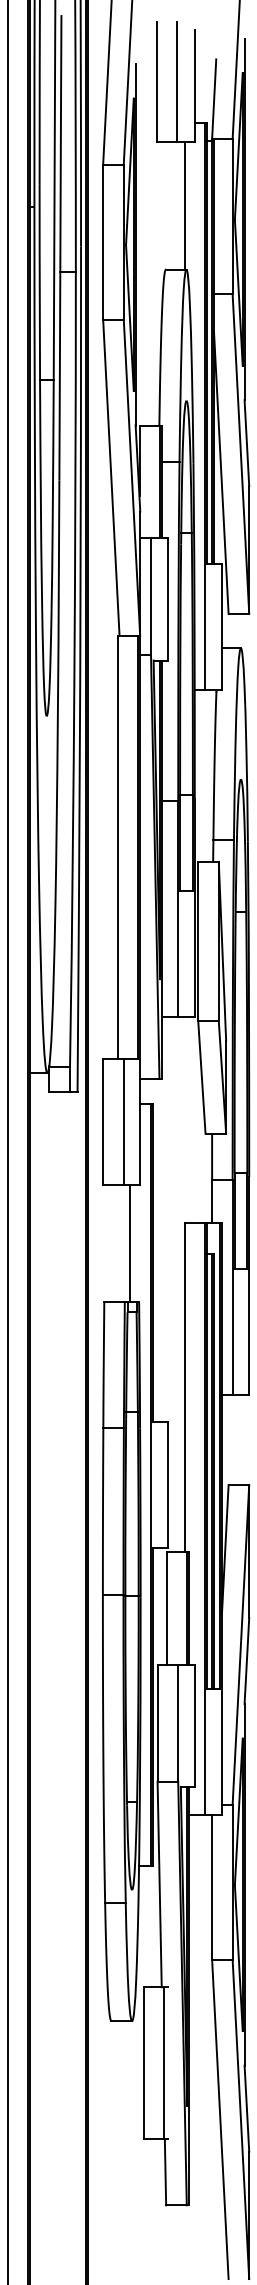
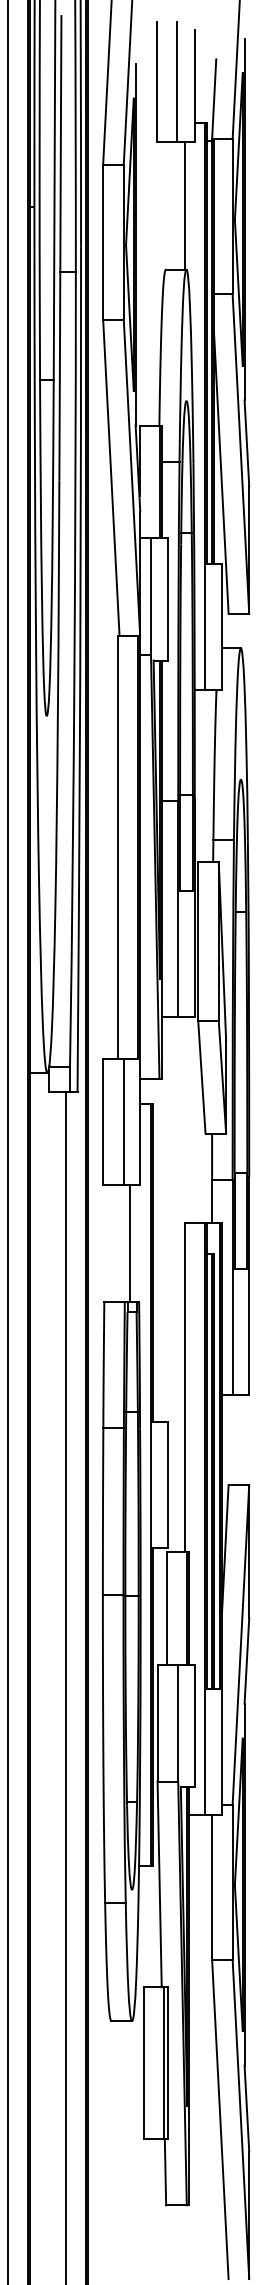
line at (65, 1686): none -> present
line at (167, 2063): none -> present
